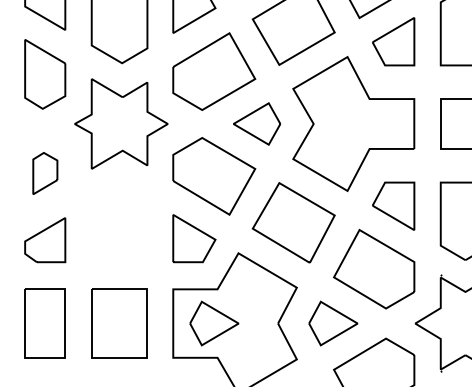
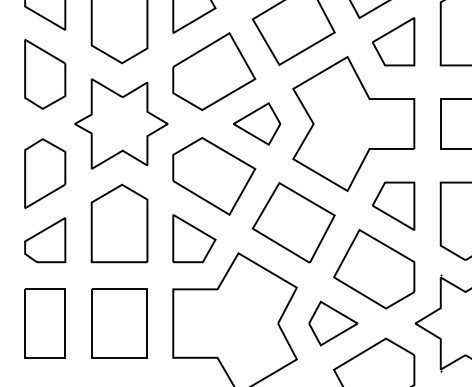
part at (45, 173) size: 27x43 px -> 43x71 px
part at (119, 223): none -> present
part at (214, 323): present -> none
